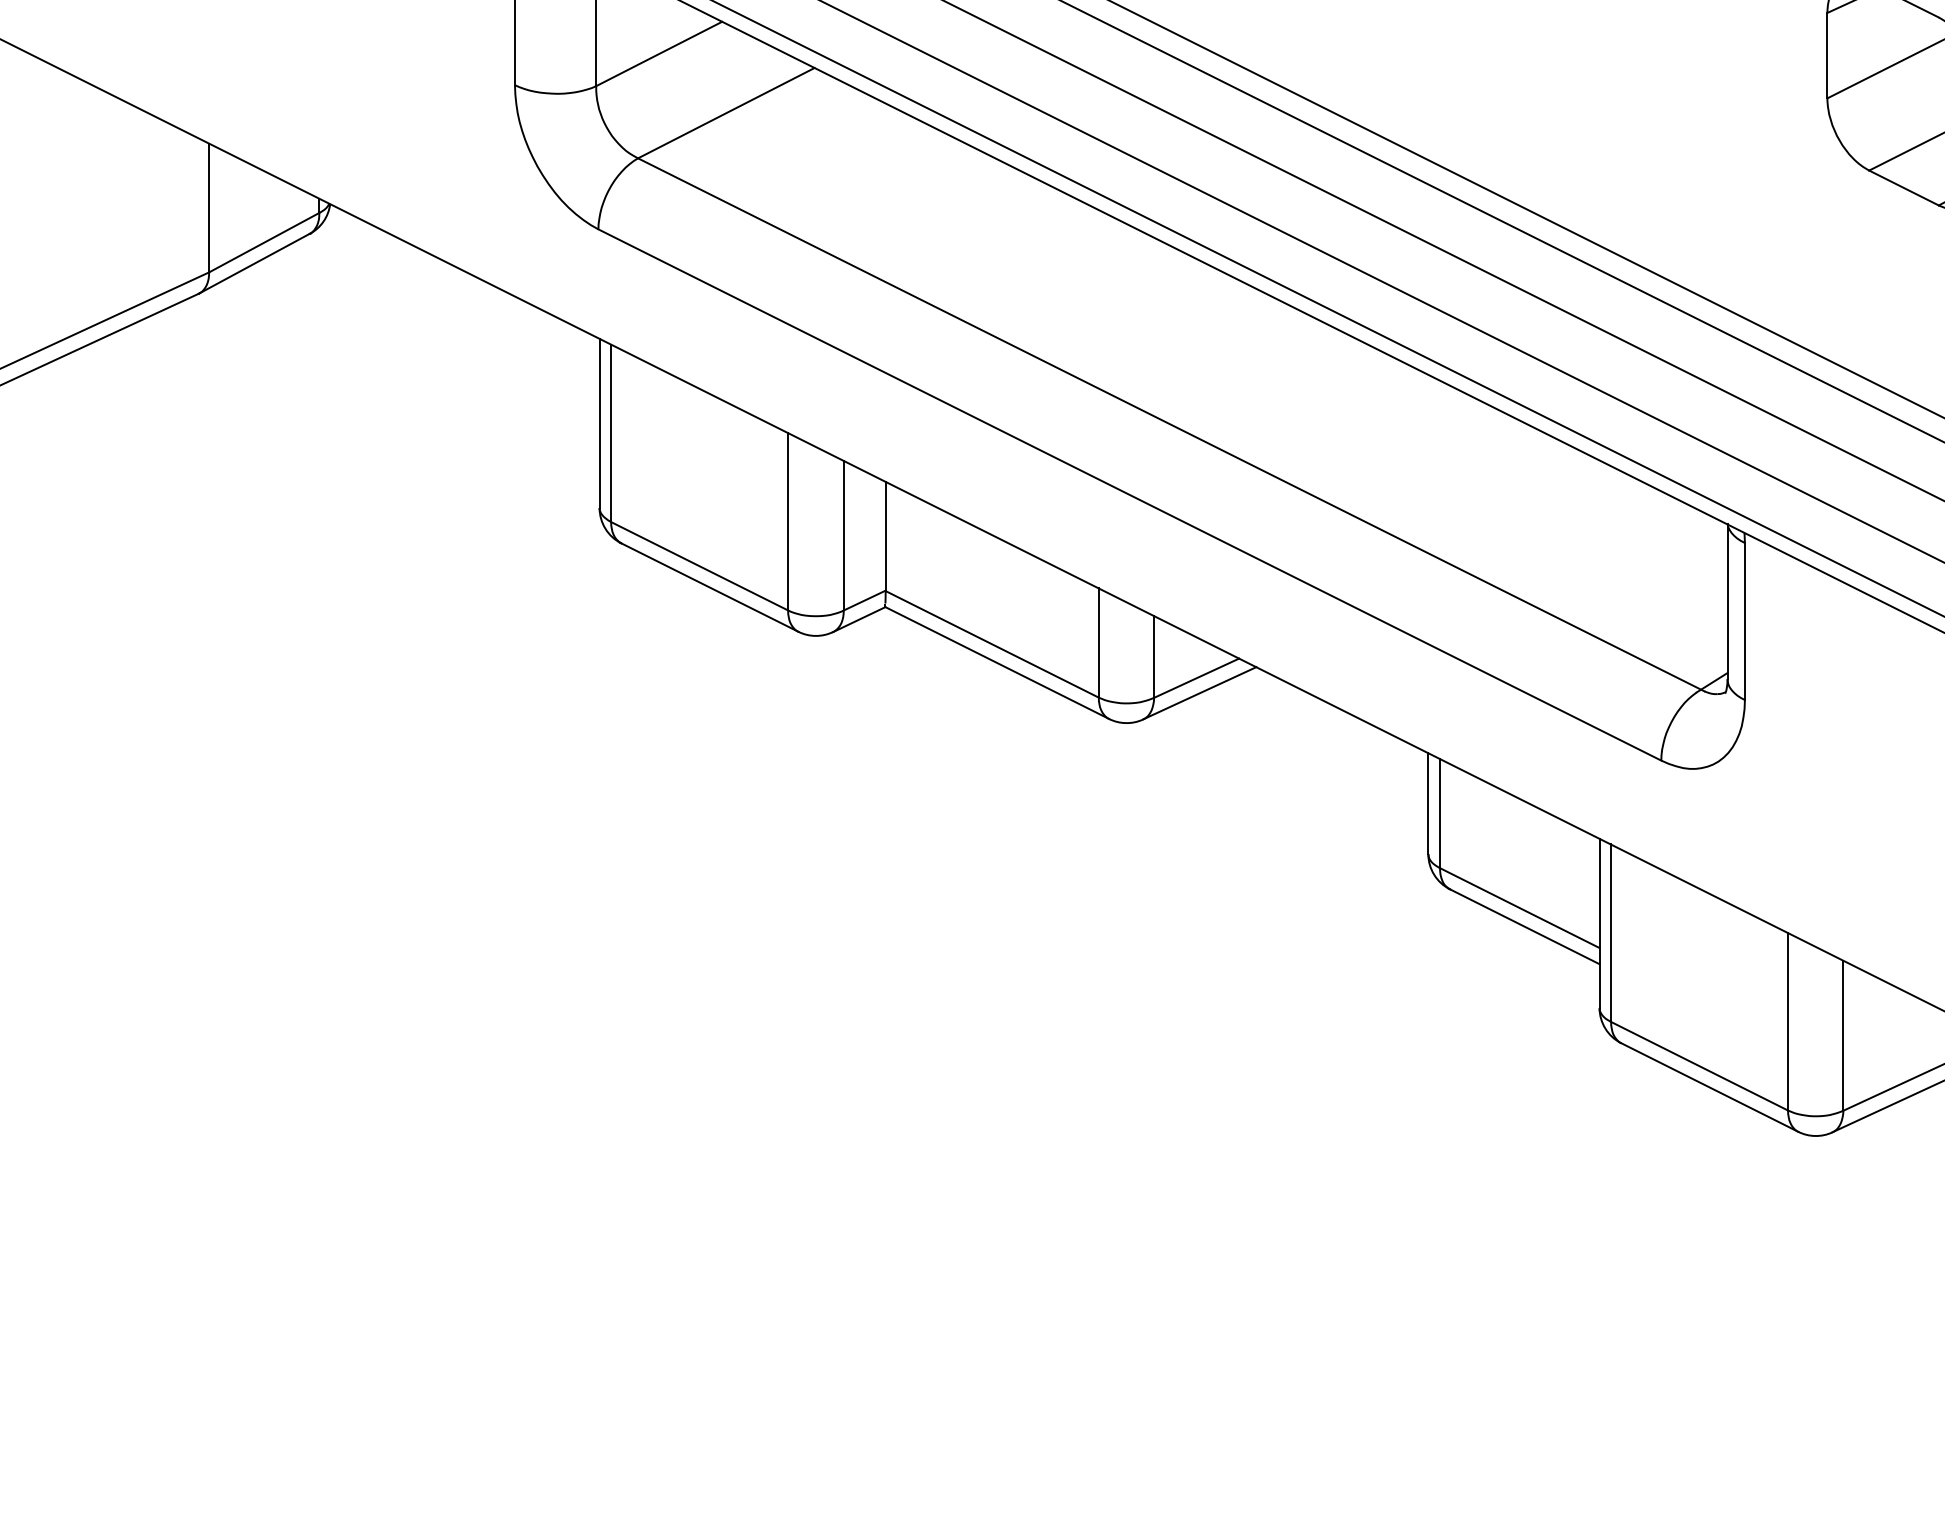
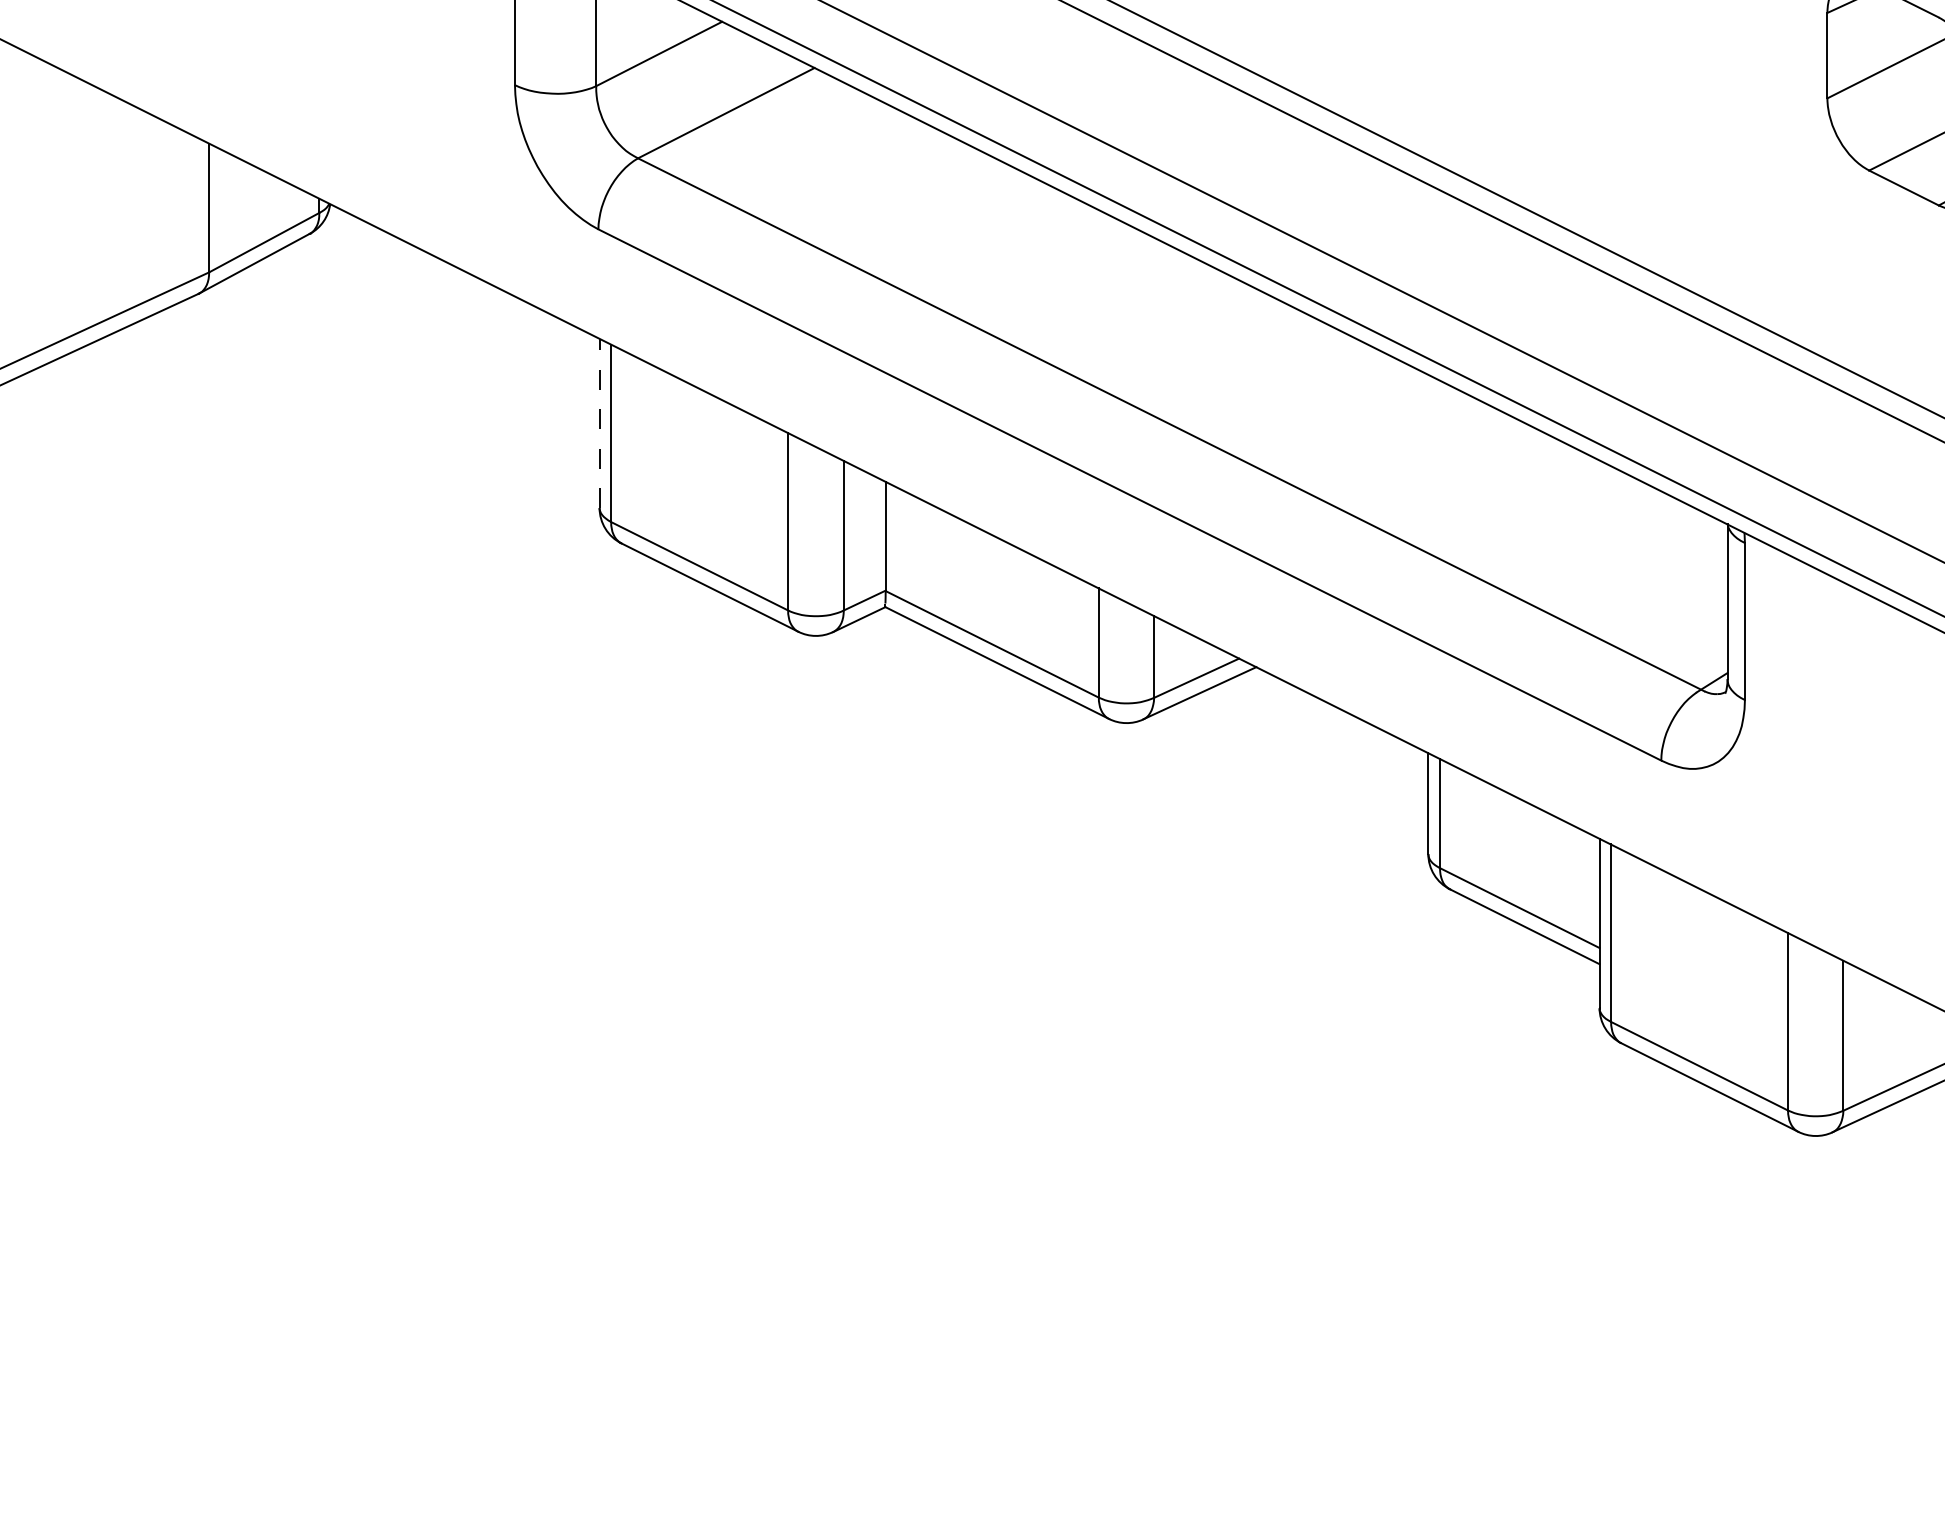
line at (1443, 250): present -> none
line at (599, 423): solid -> dashed
